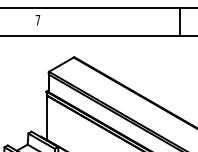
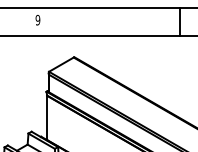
text at (37, 19): 7 -> 9
